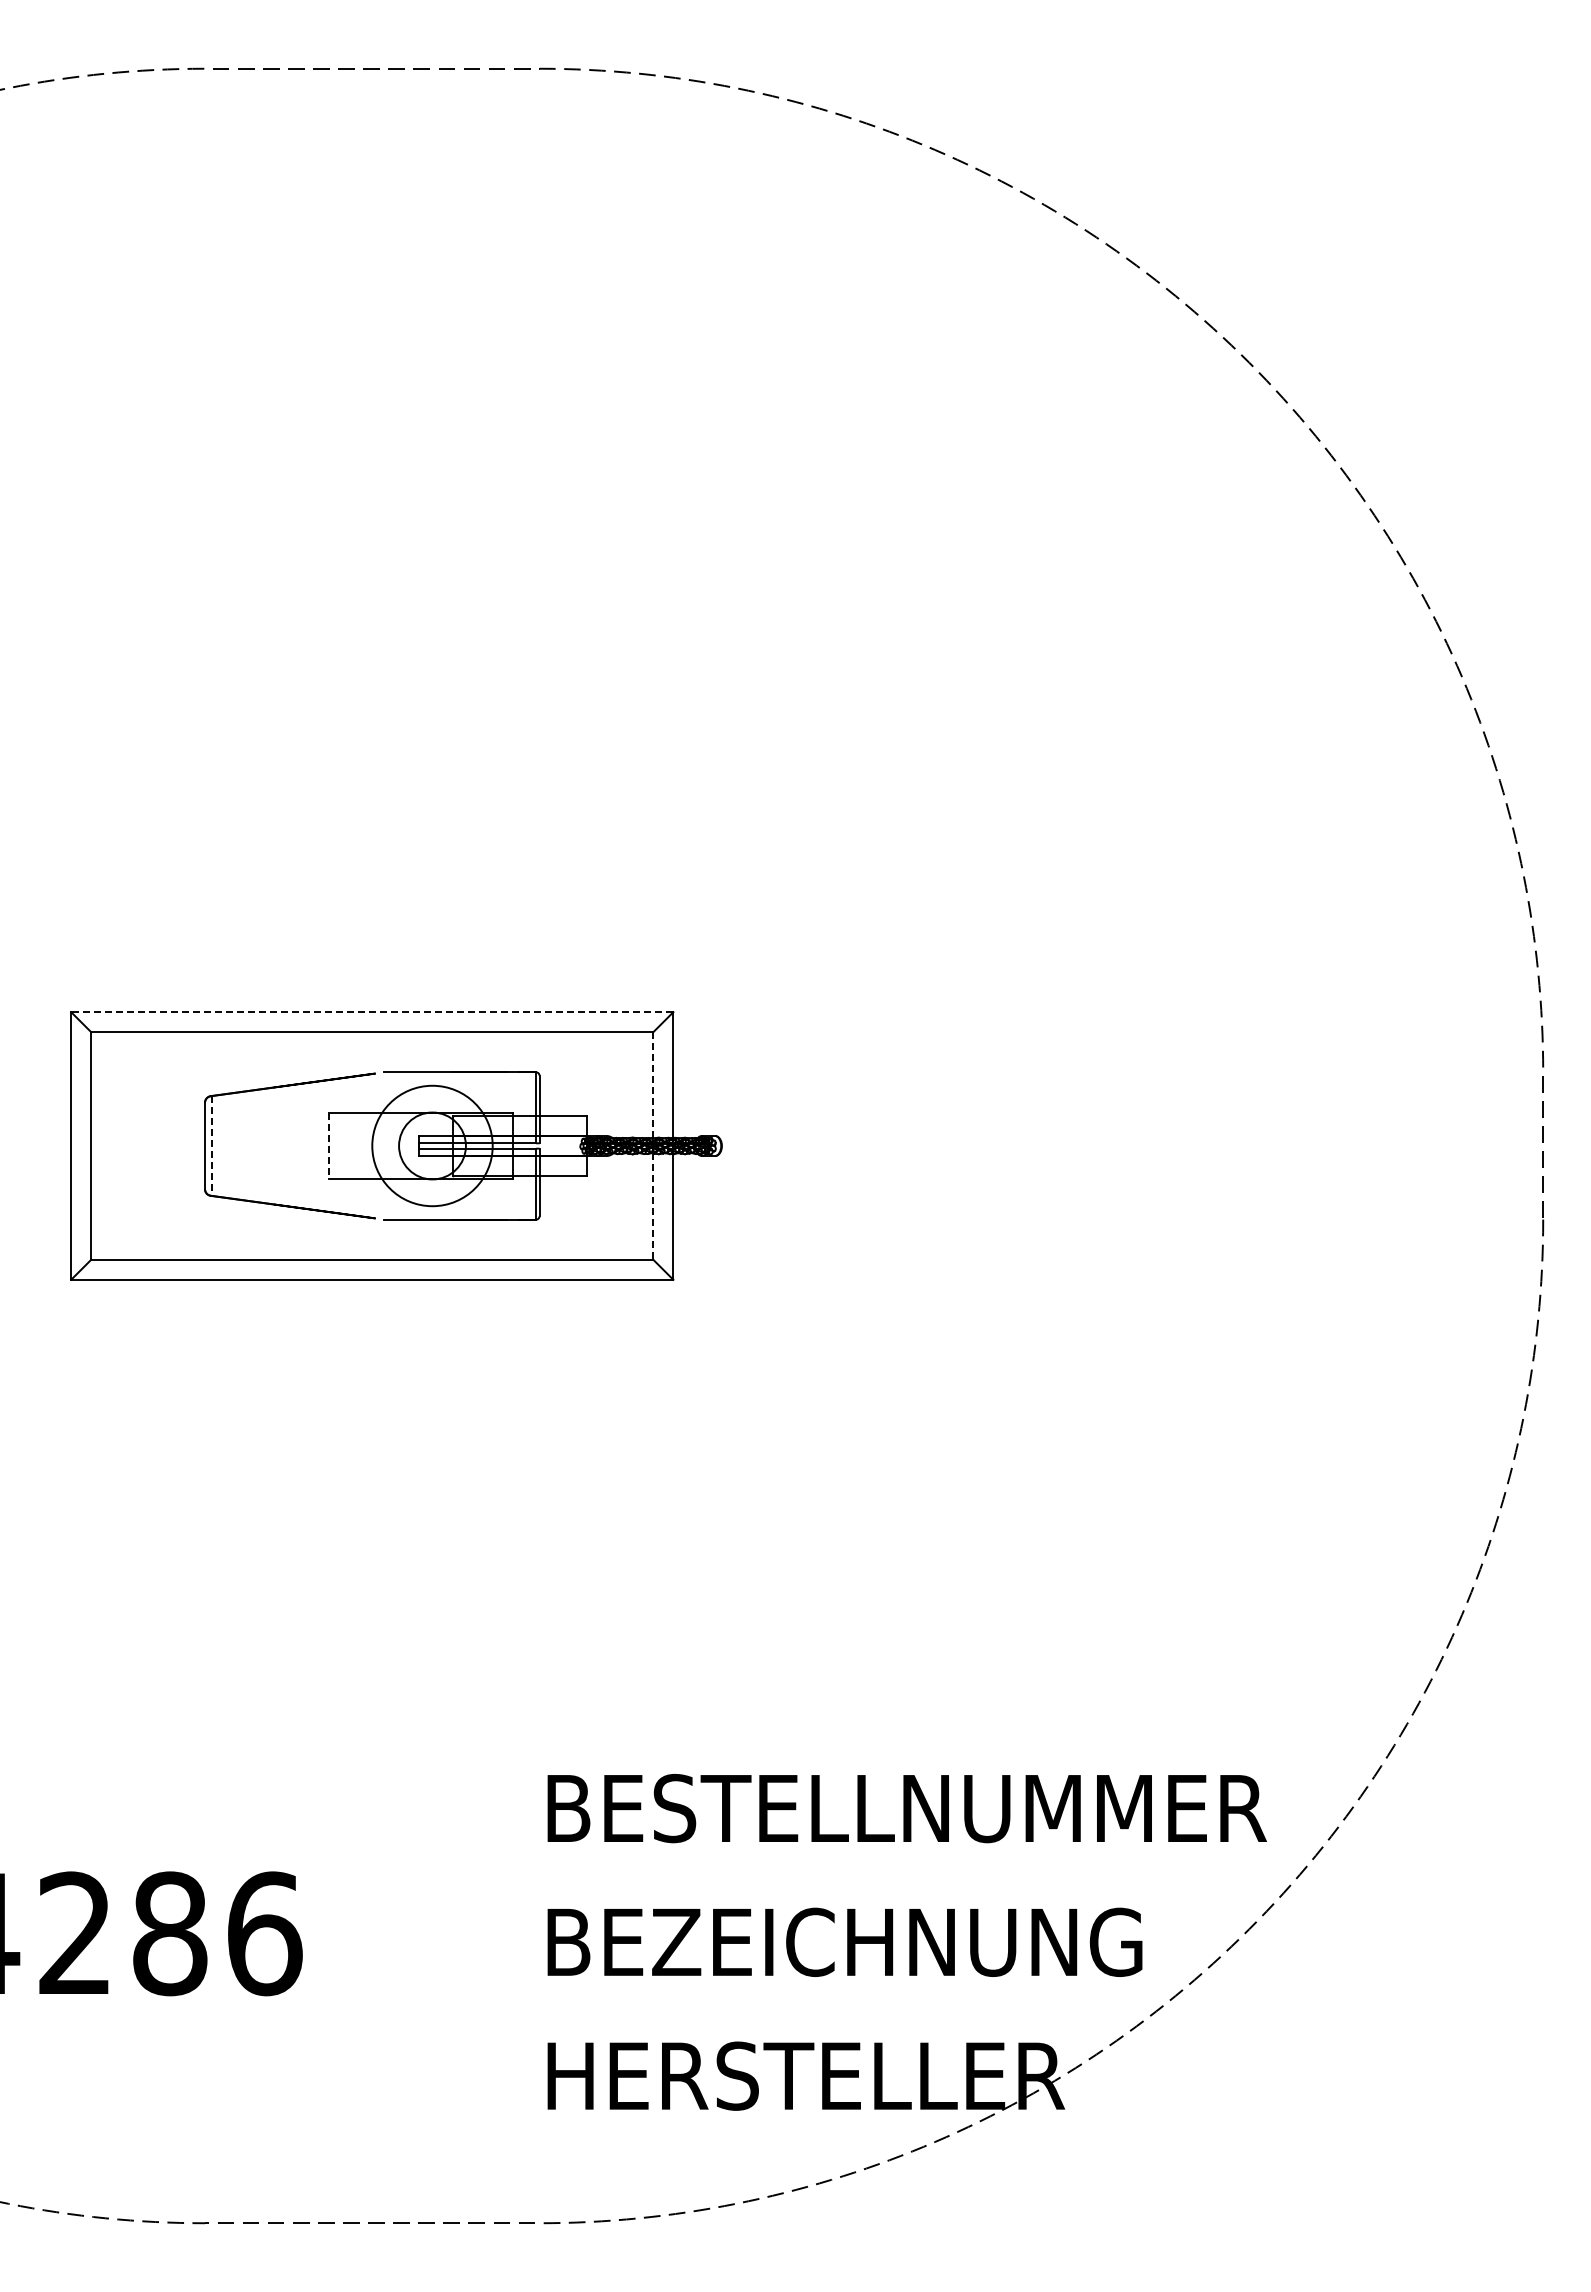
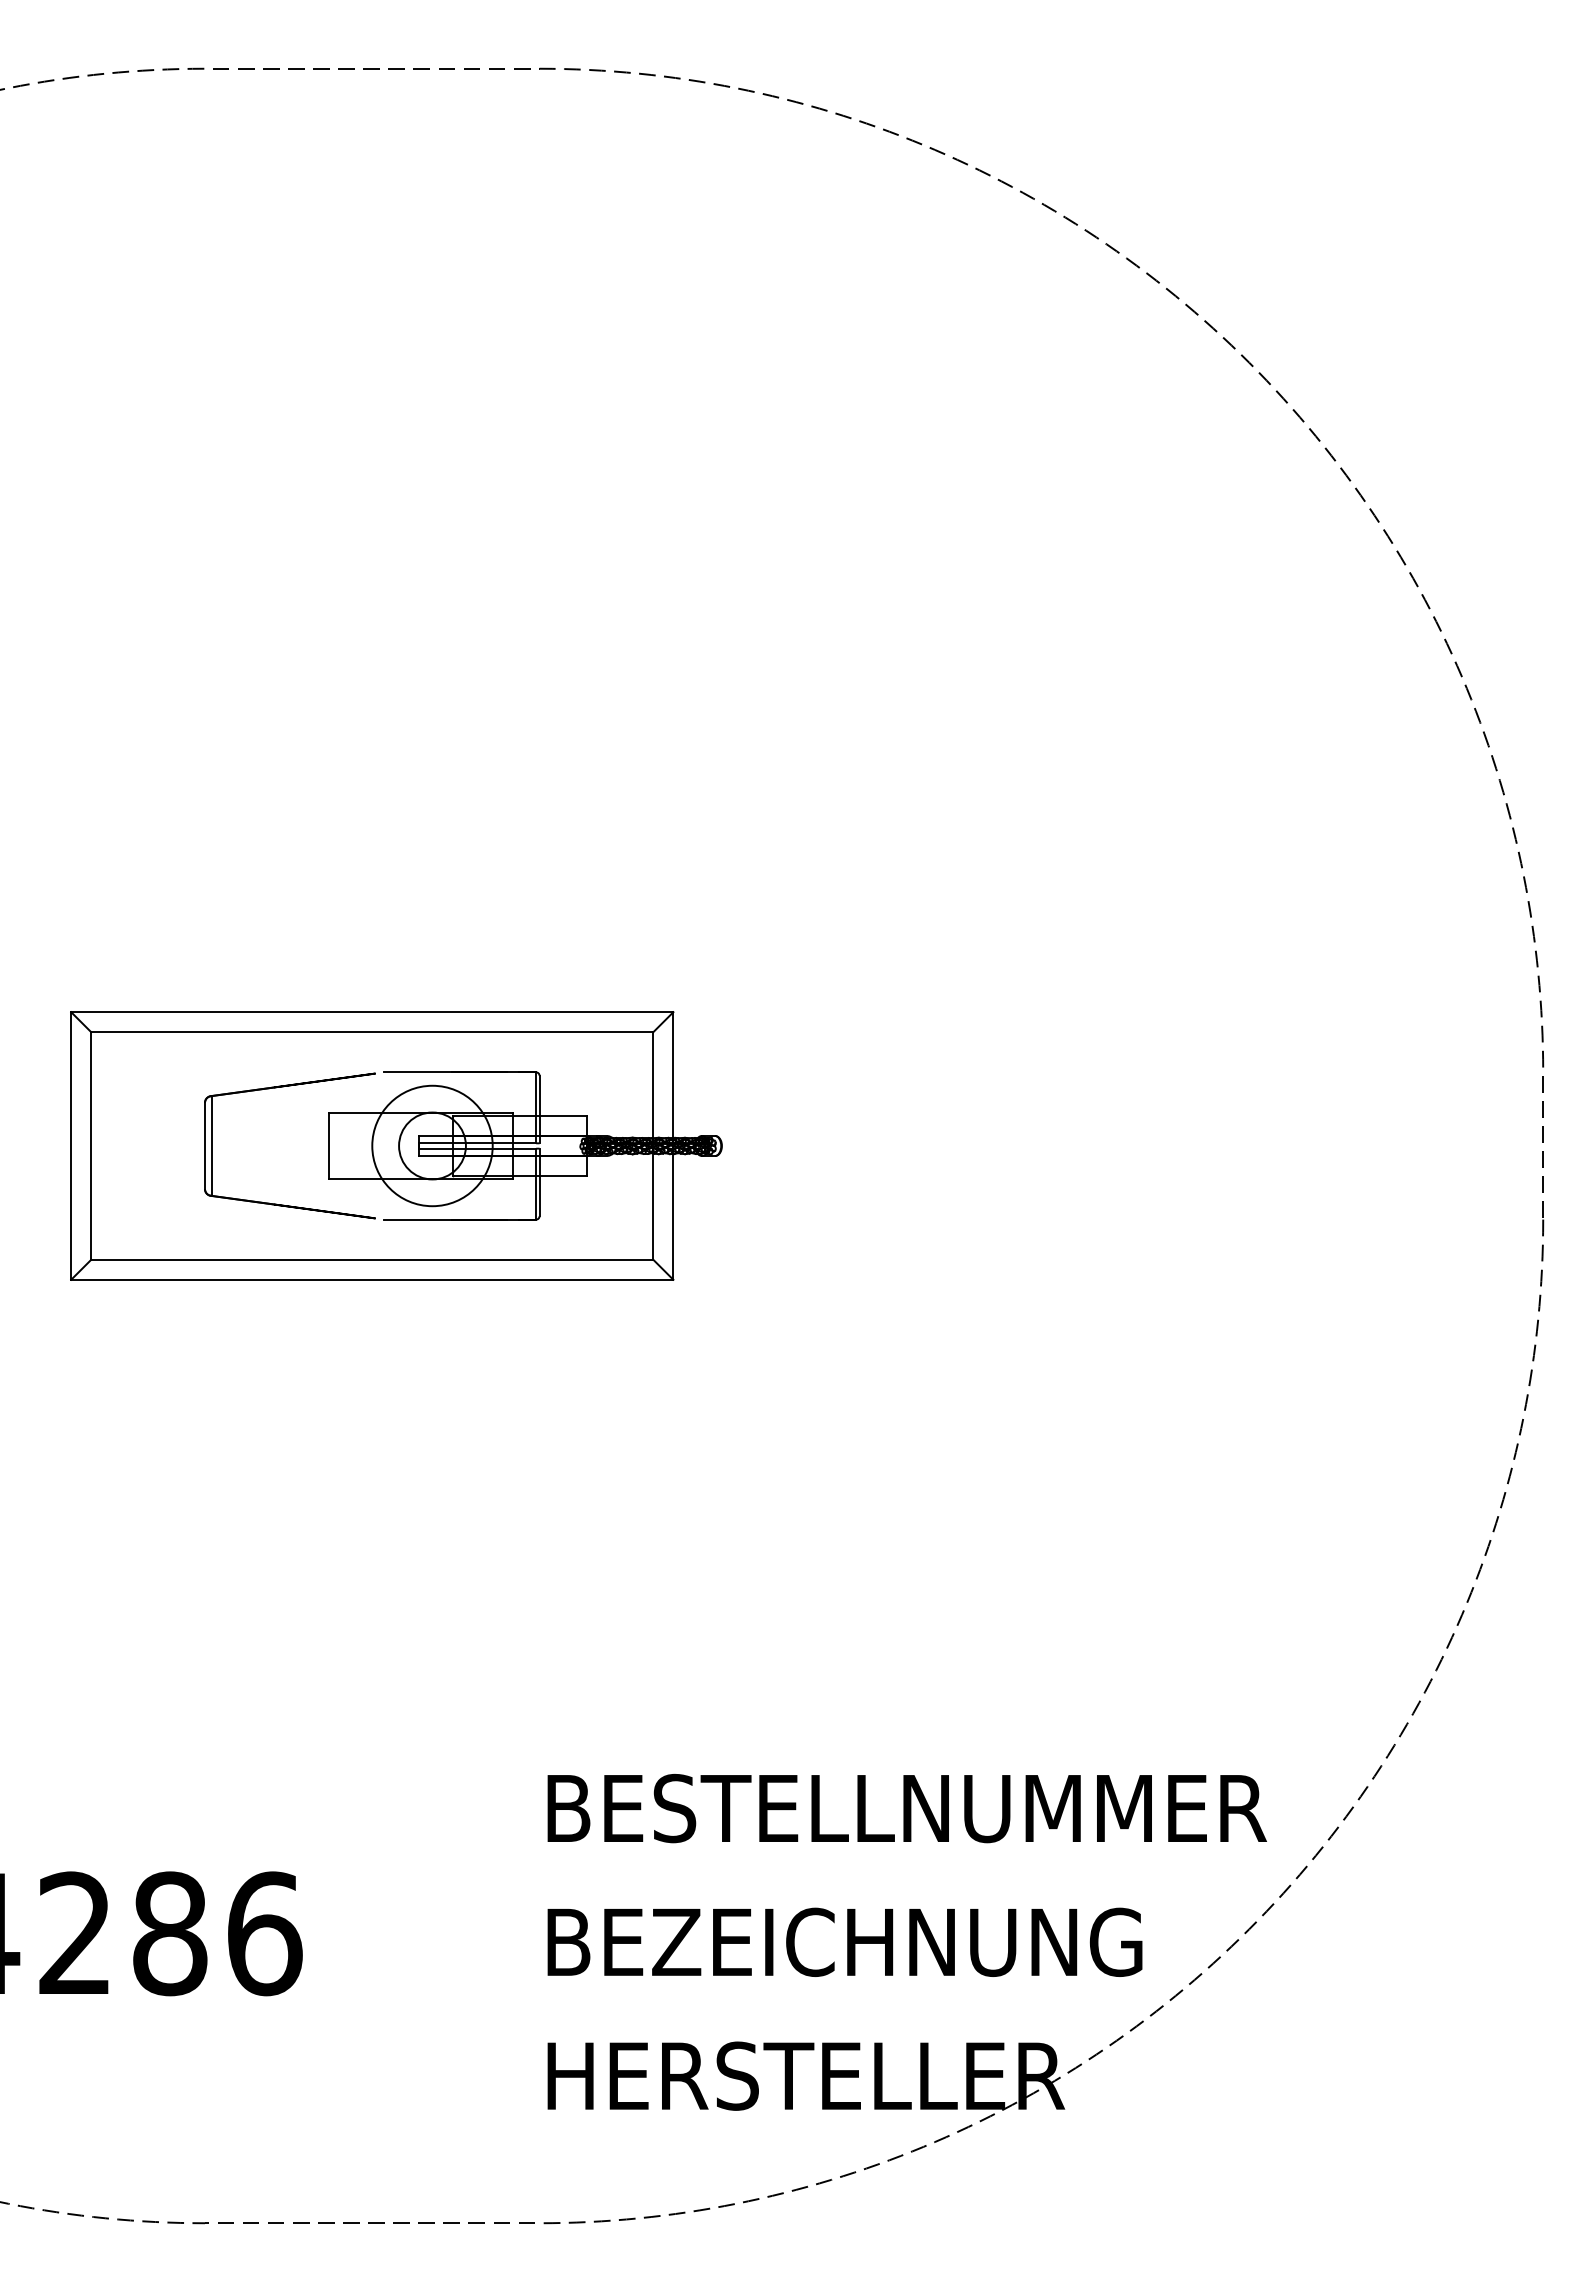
line at (371, 1012): dashed -> solid
line at (211, 1146): dashed -> solid
line at (328, 1146): dashed -> solid
line at (653, 1146): dashed -> solid
